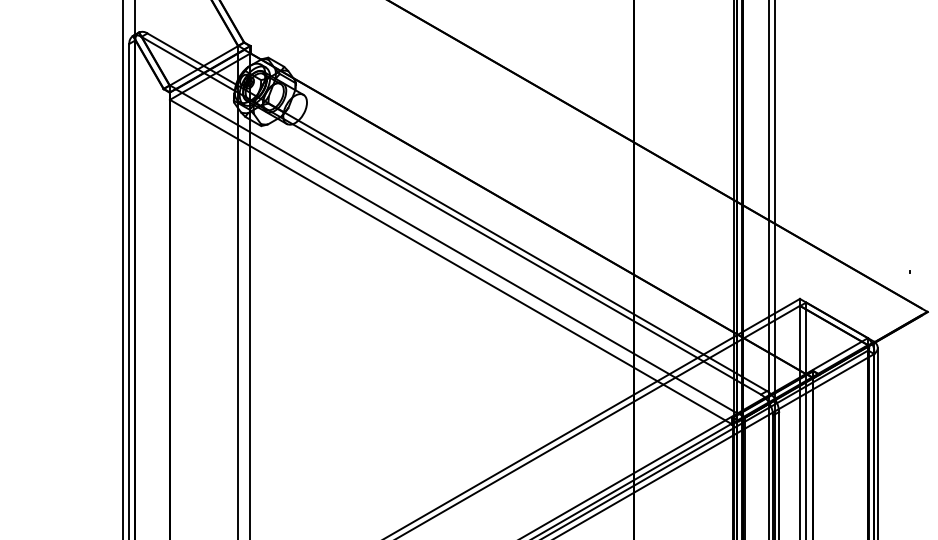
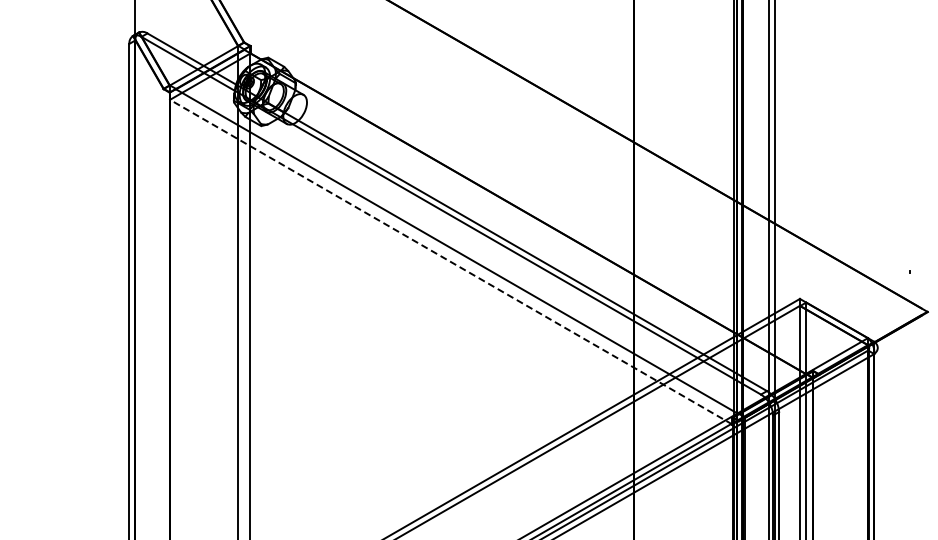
line at (451, 262): solid -> dashed
line at (123, 269): present -> none
line at (877, 441): present -> none
